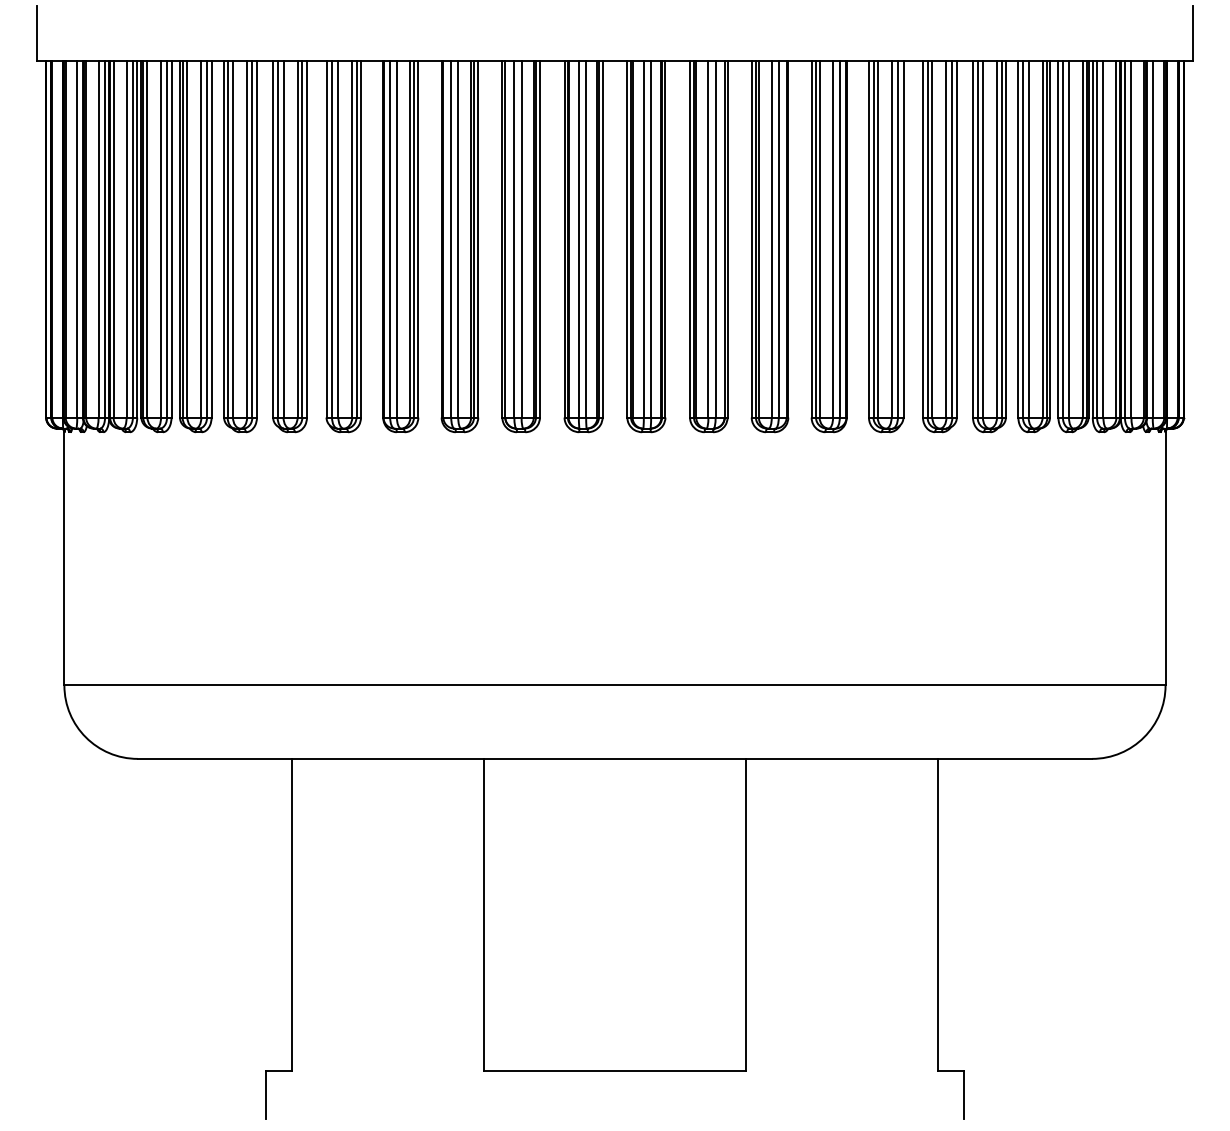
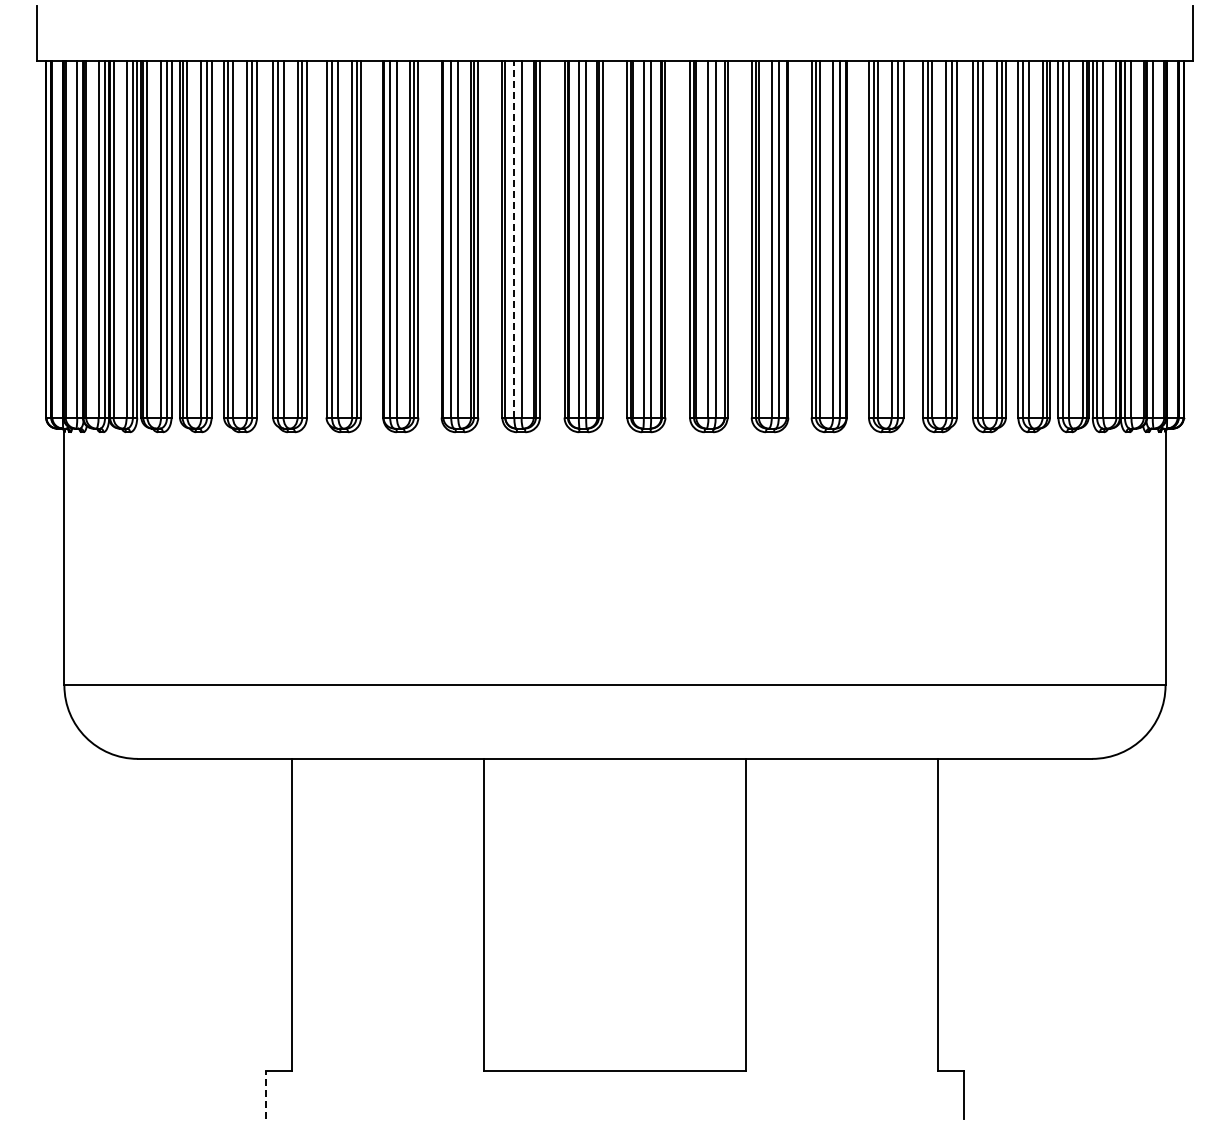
line at (514, 239): solid -> dashed
line at (266, 1094): solid -> dashed
